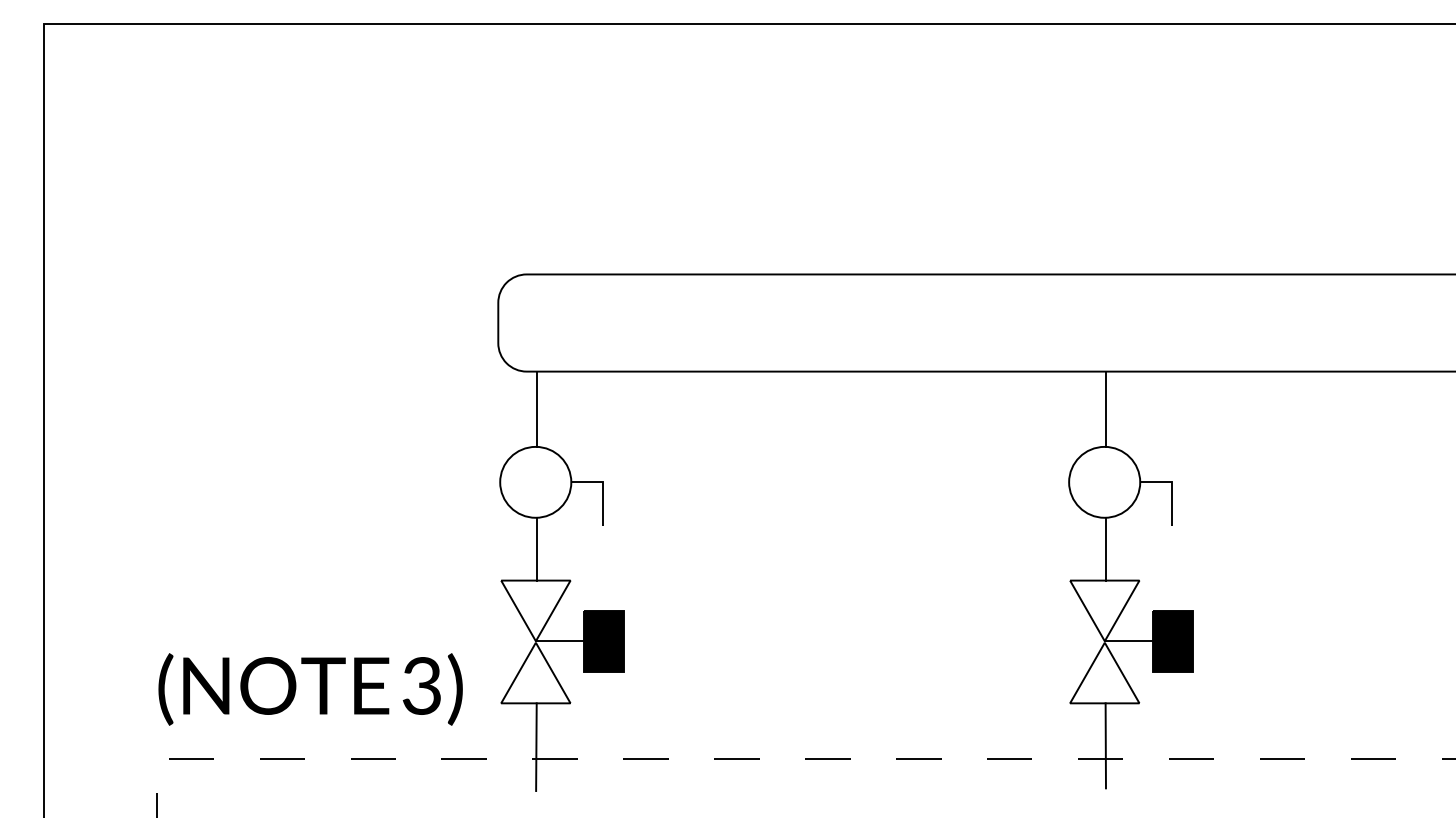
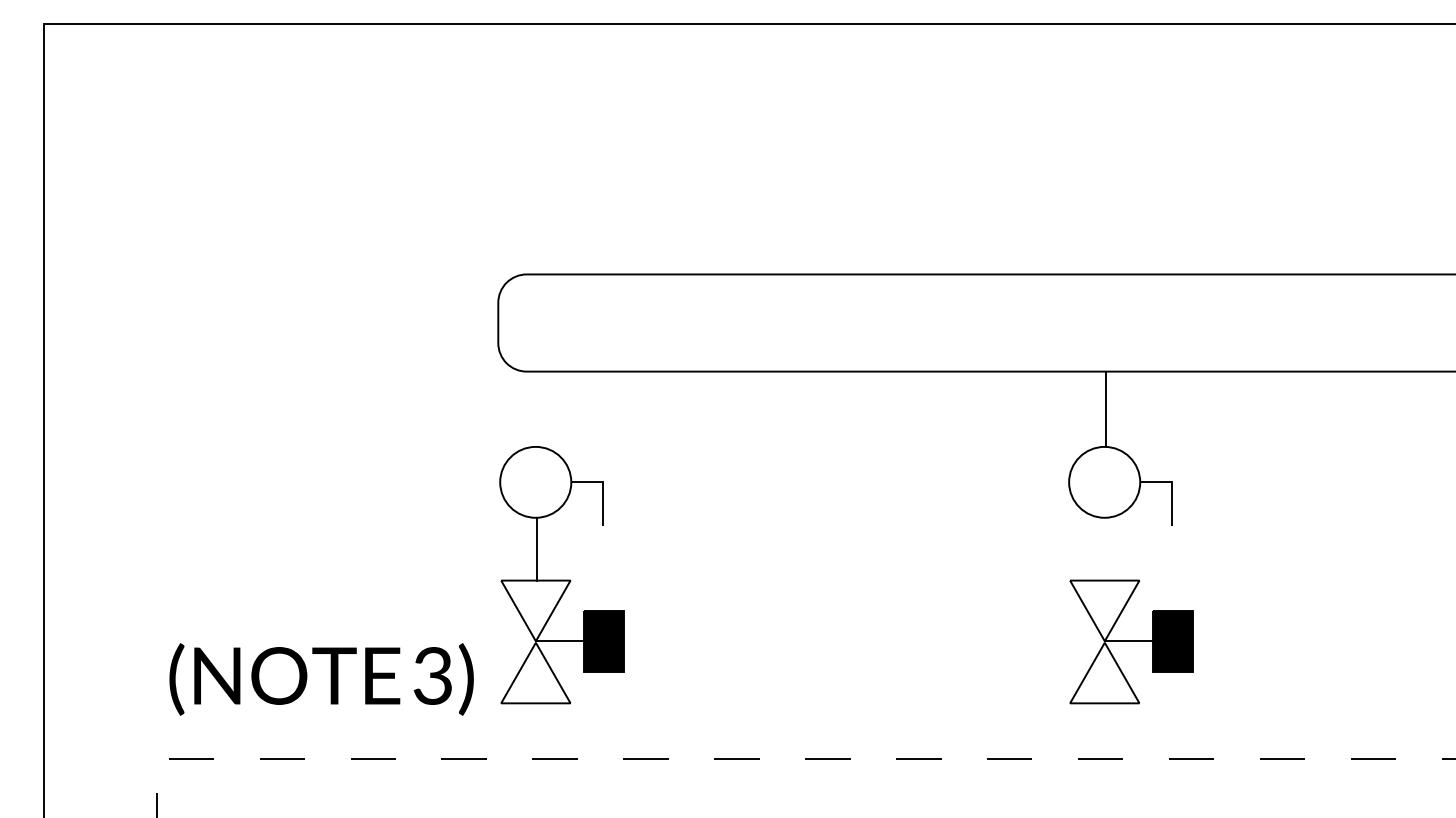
line at (536, 409): present -> none
line at (1105, 549): present -> none
text at (310, 689) position: (310, 689) -> (321, 679)
line at (1105, 745): present -> none
line at (536, 746): present -> none
